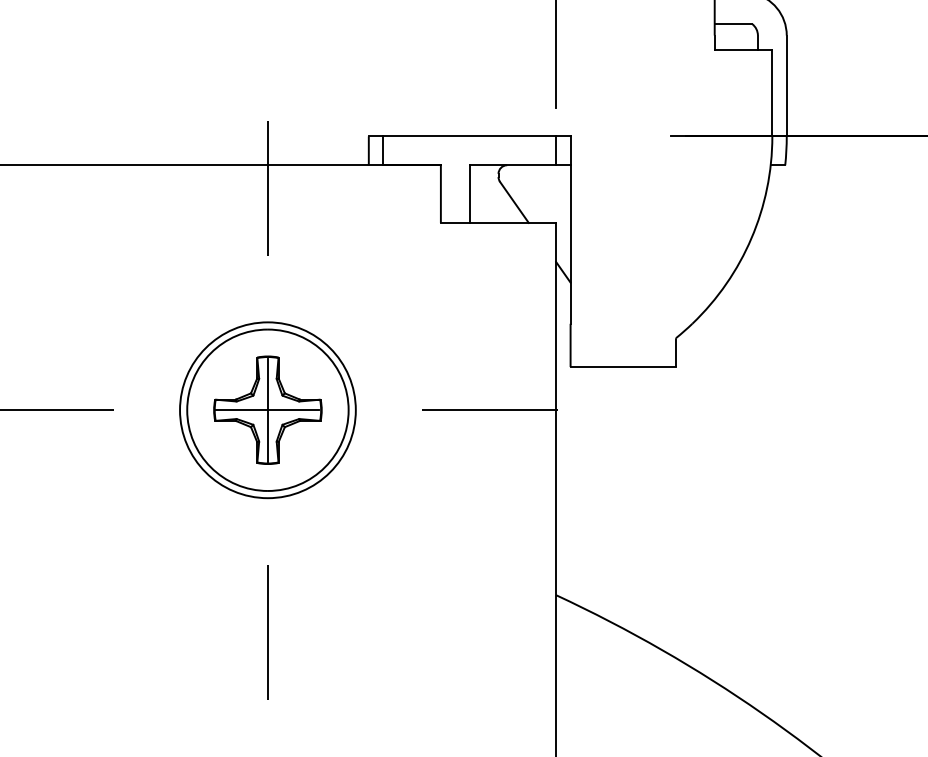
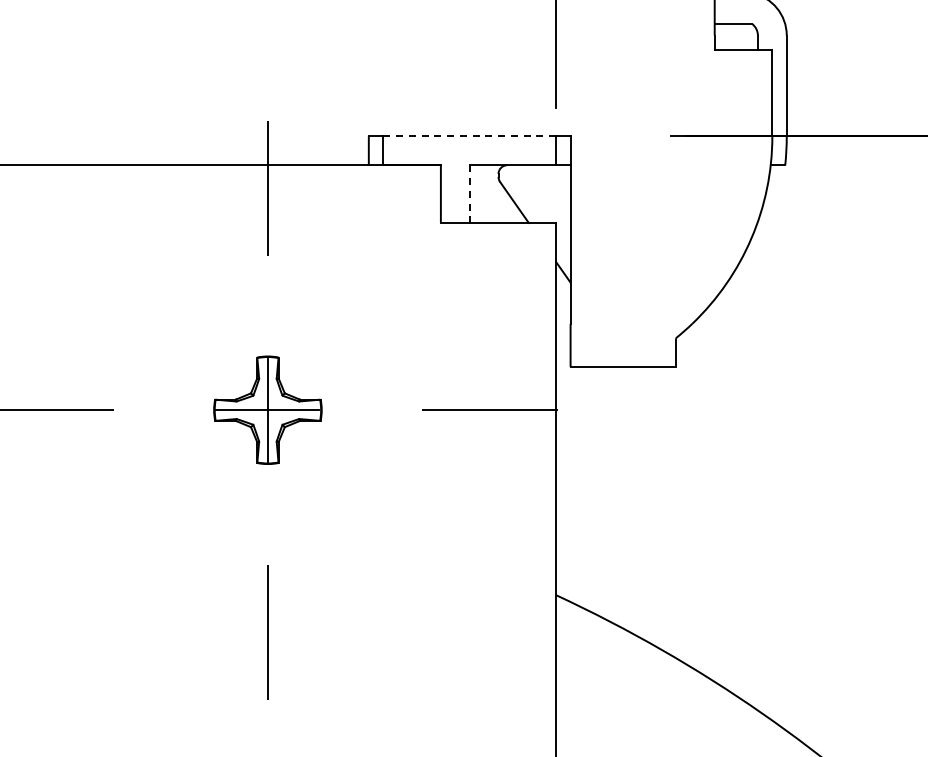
line at (470, 136): solid -> dashed
line at (469, 194): solid -> dashed
part at (267, 410): present -> none
